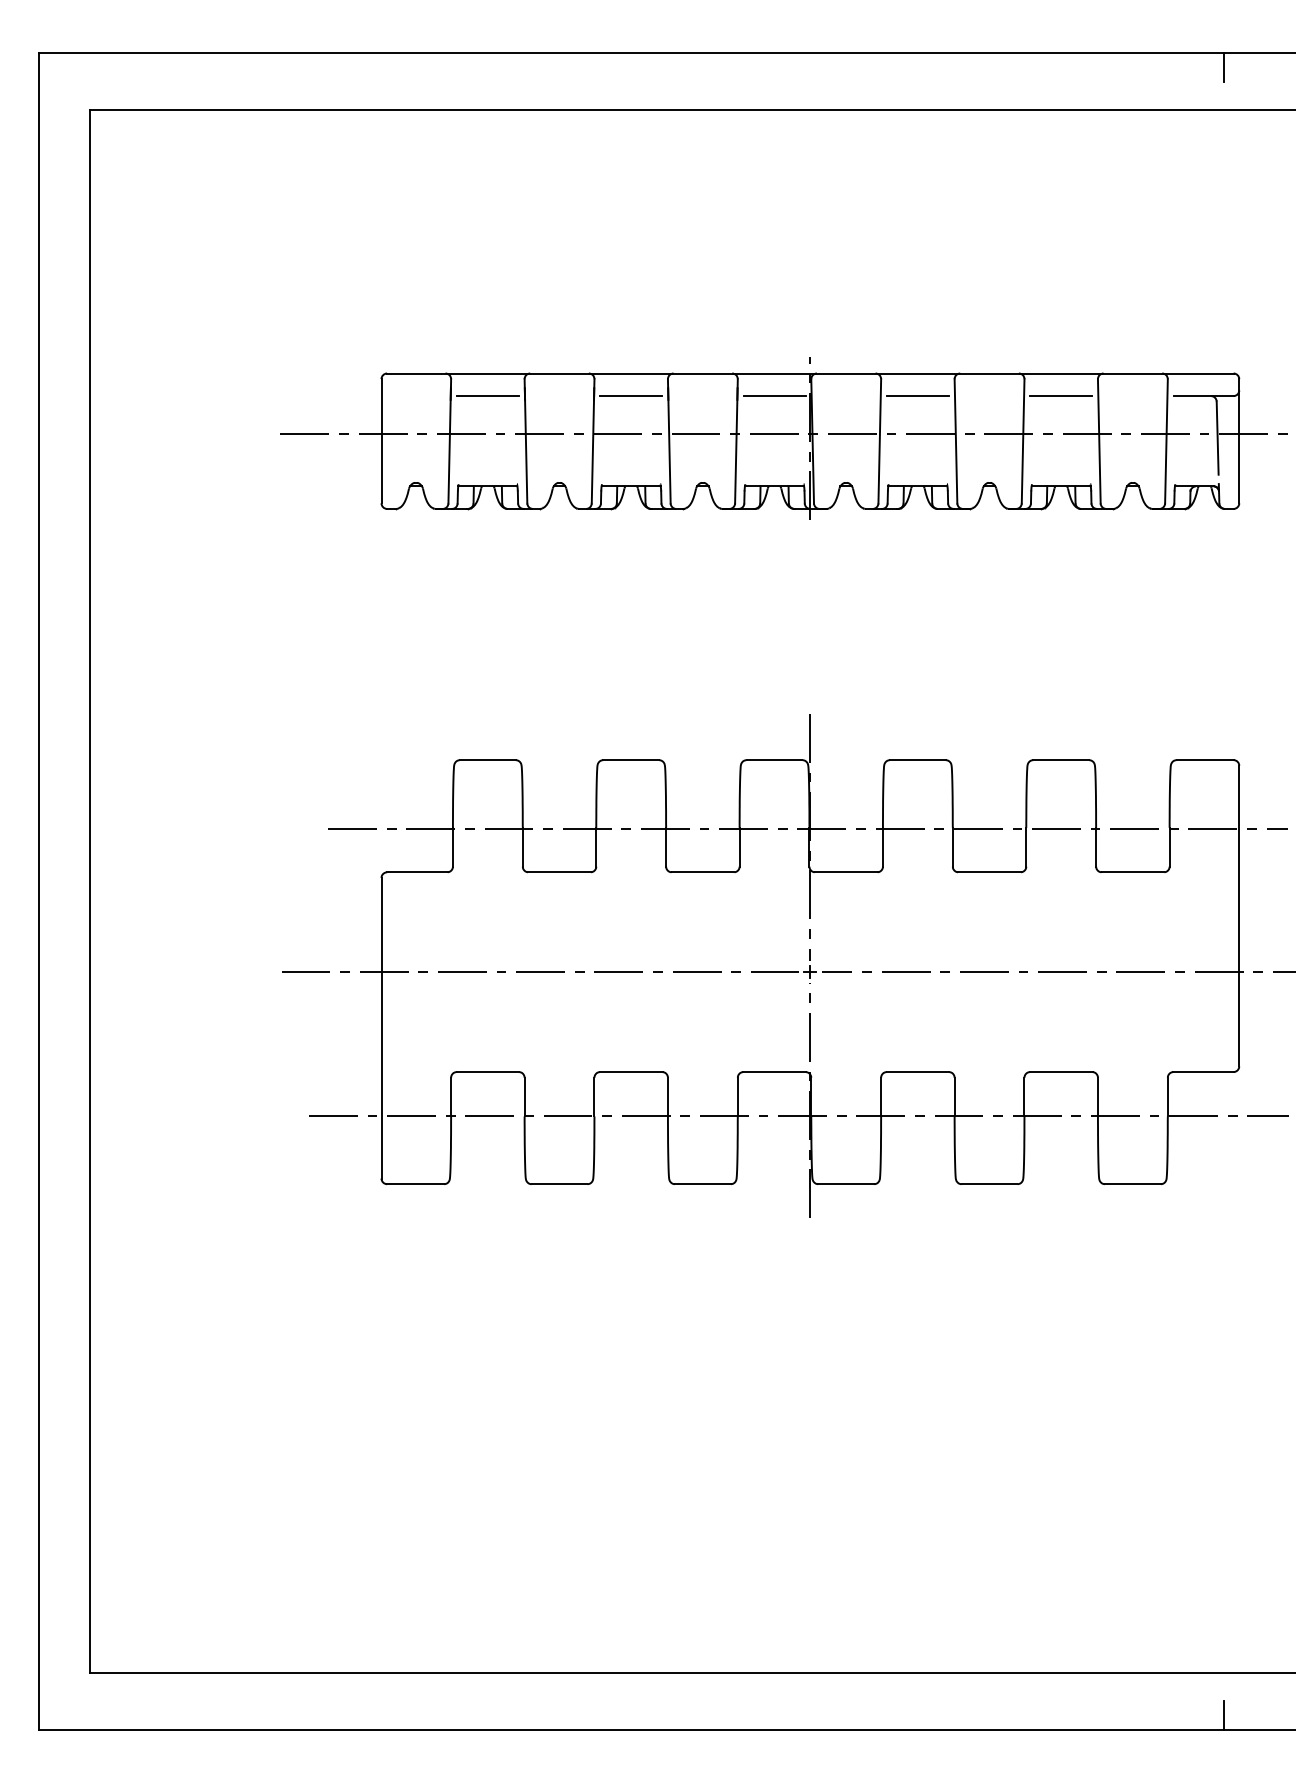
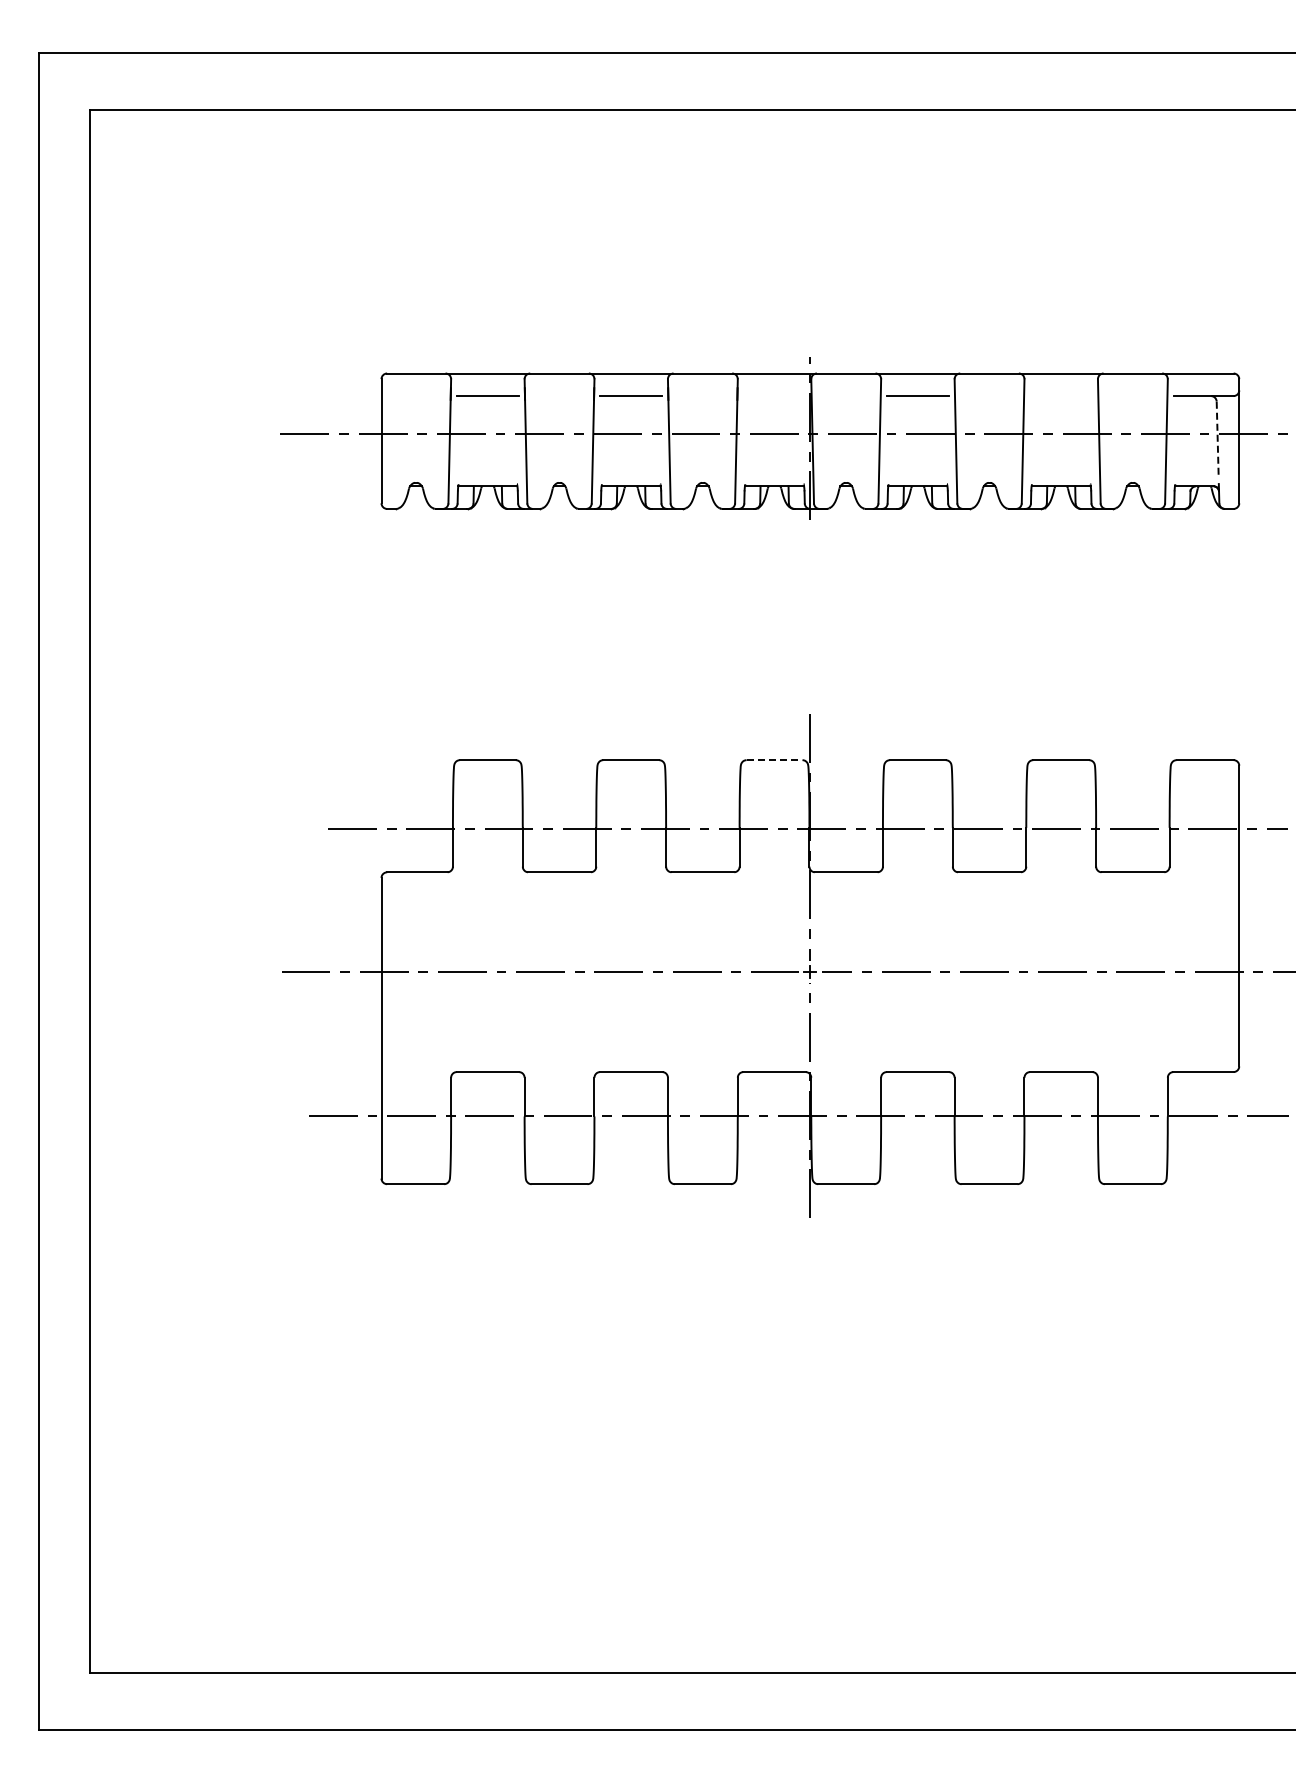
line at (1224, 67): present -> none
line at (774, 396): present -> none
line at (1061, 396): present -> none
line at (1217, 438): solid -> dashed
line at (774, 760): solid -> dashed
line at (1224, 1715): present -> none
